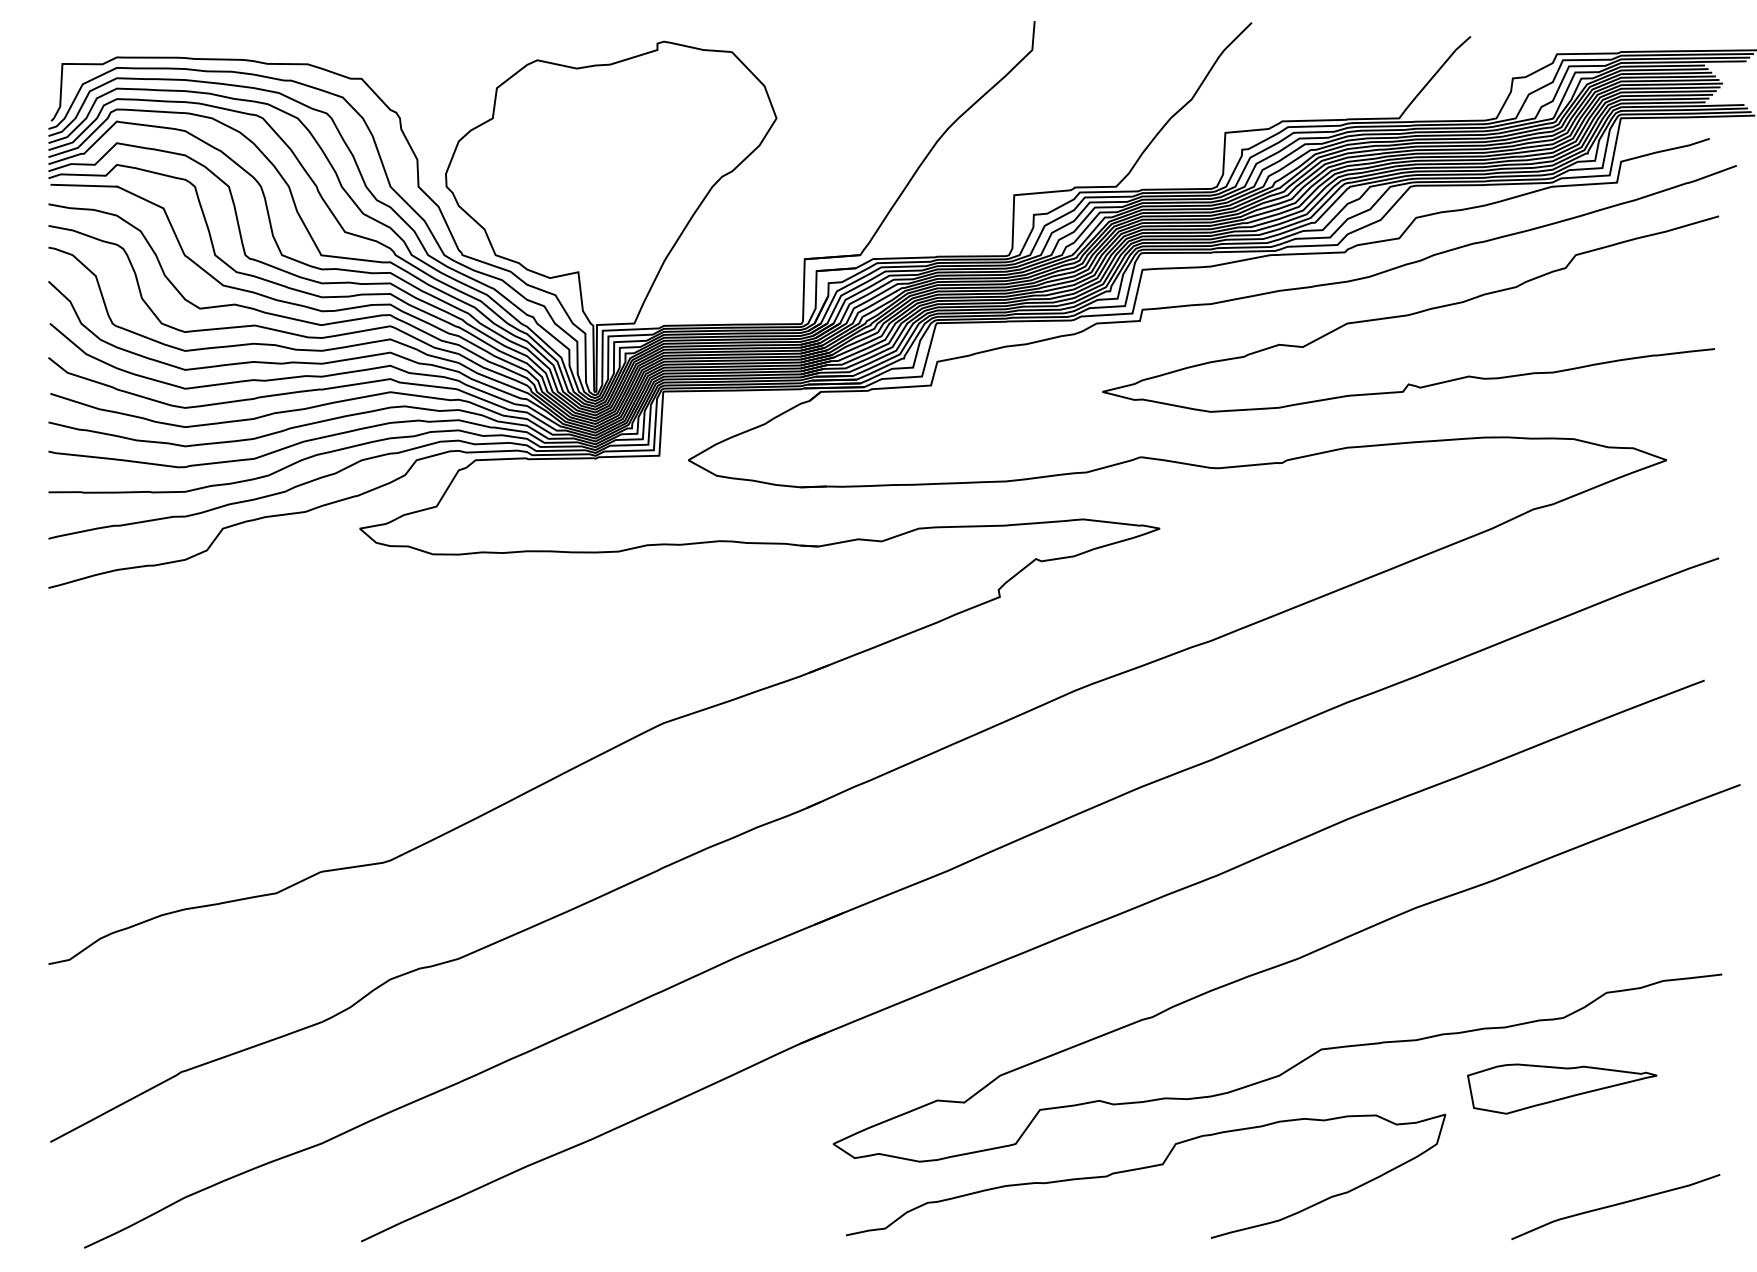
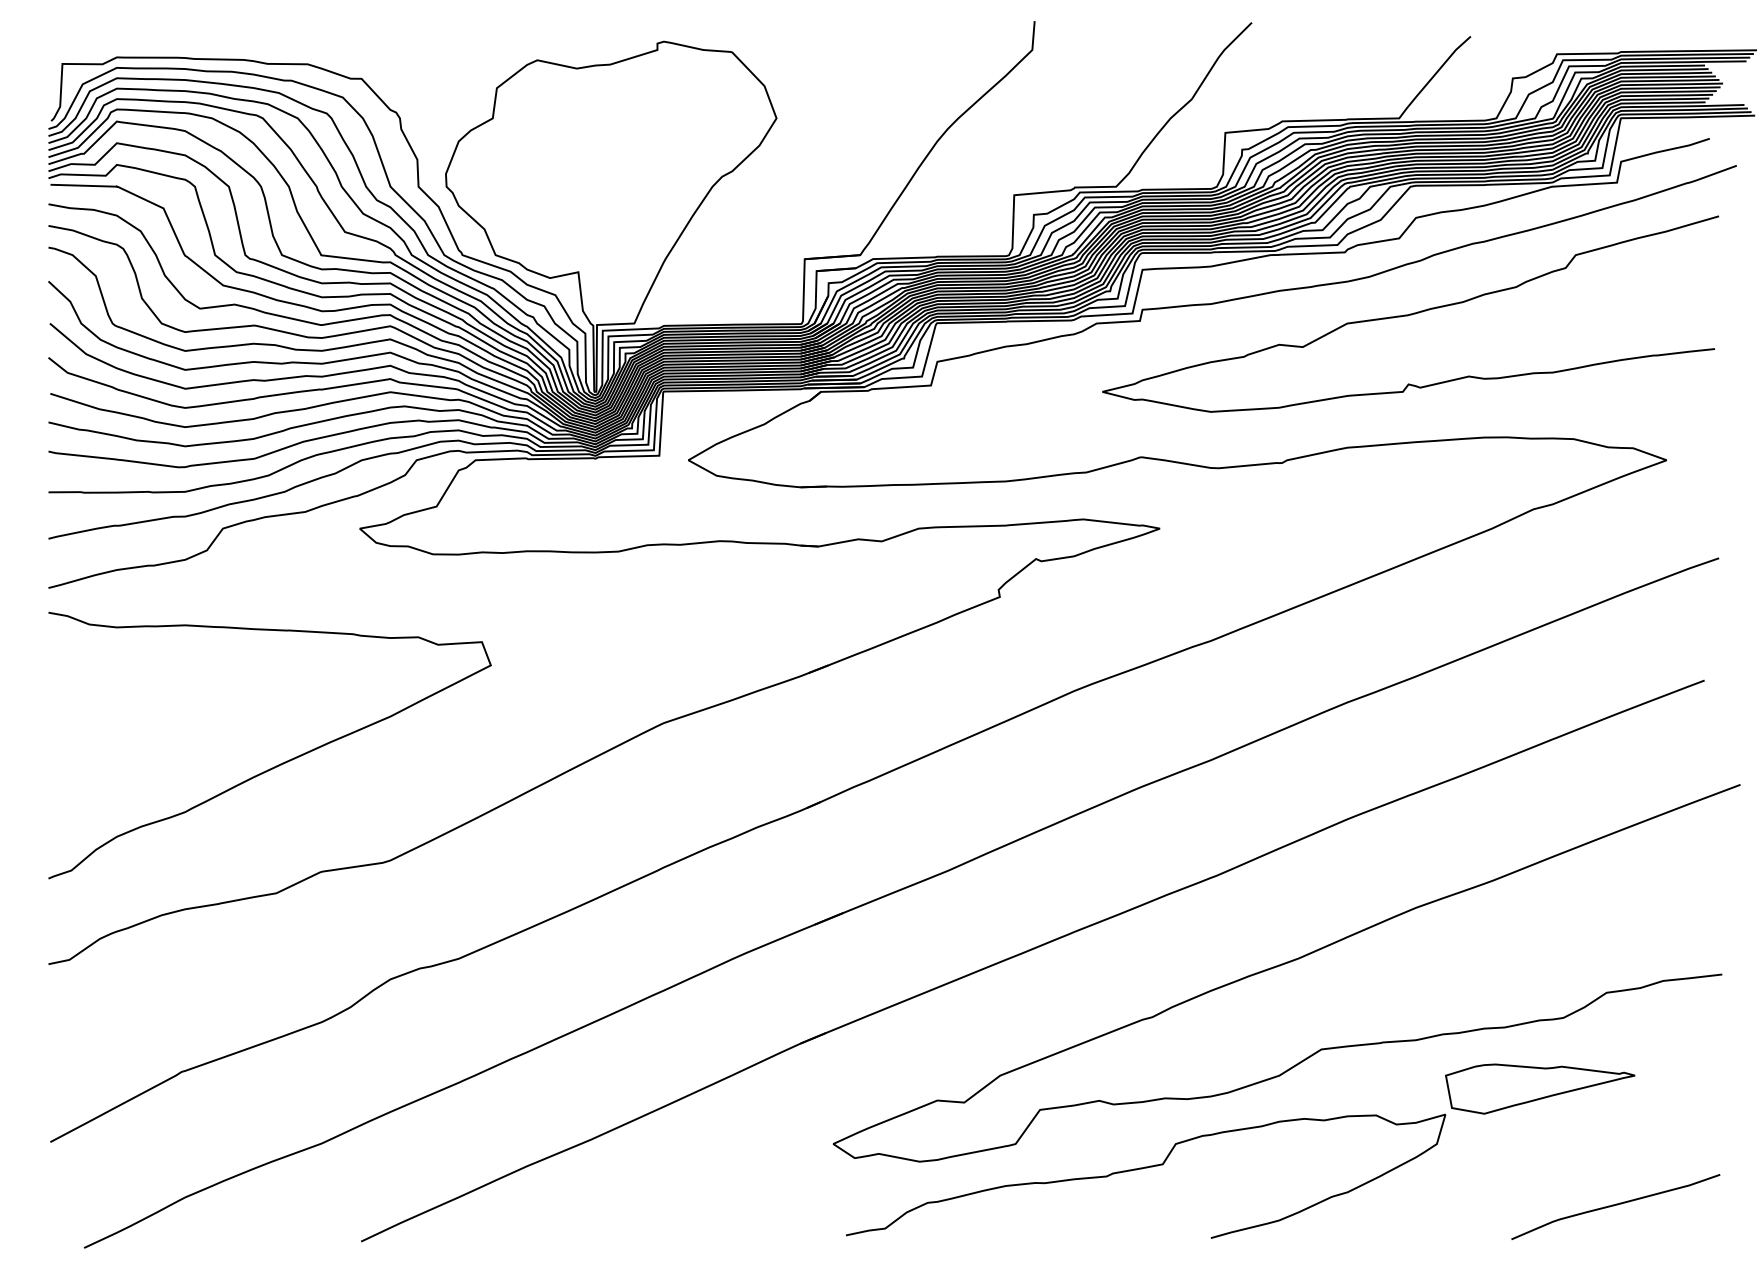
curve at (278, 764): none -> present
part at (1562, 1088) position: (1562, 1088) -> (1540, 1088)
